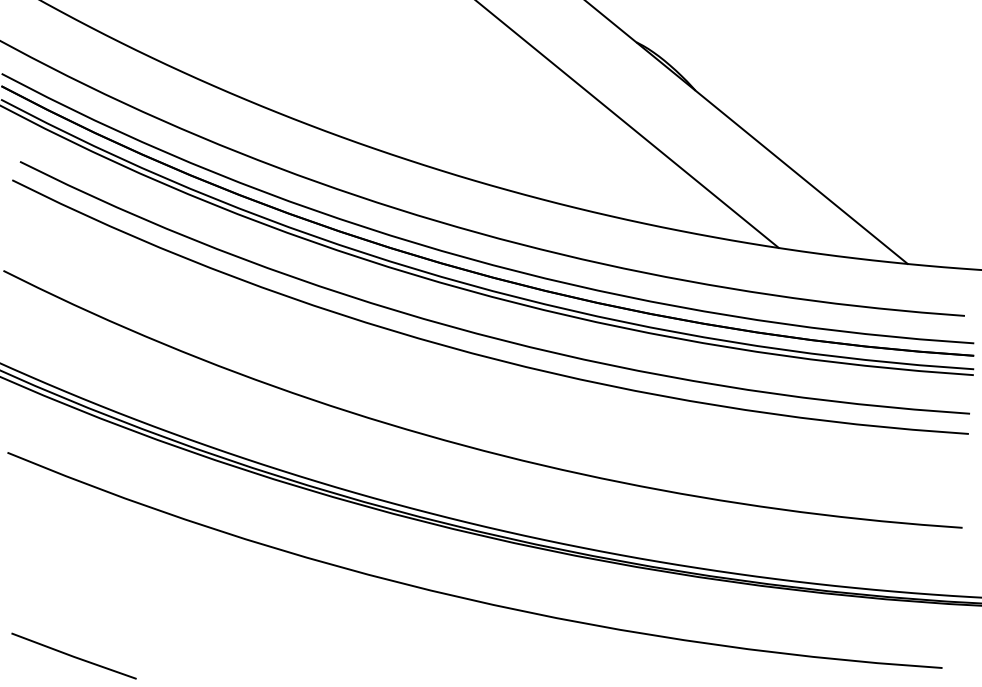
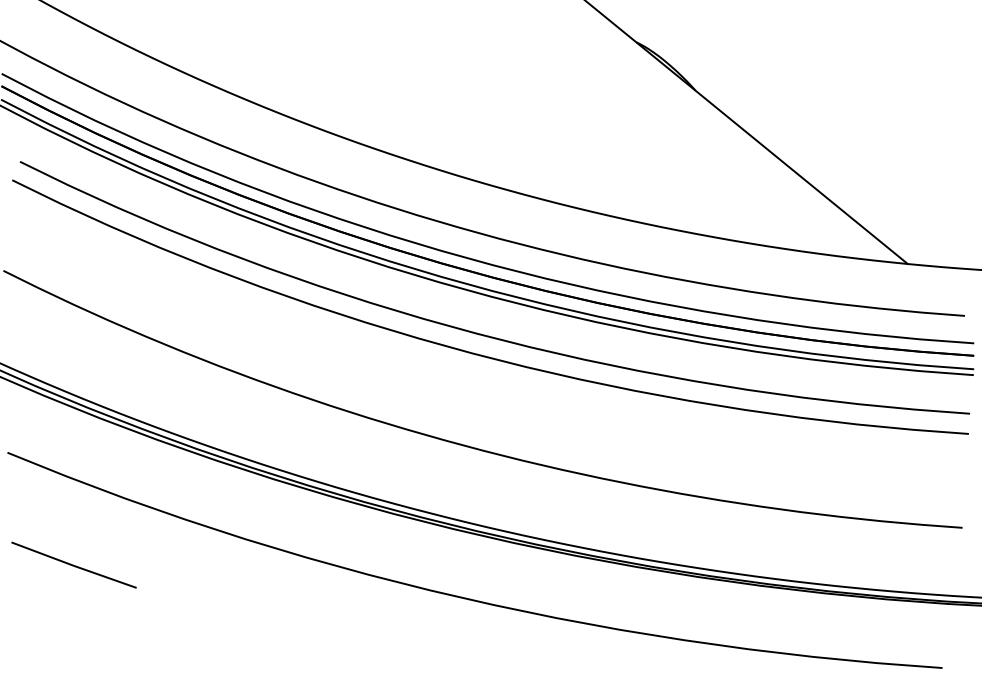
line at (628, 124): present -> none
line at (73, 655) position: (73, 655) -> (73, 564)
